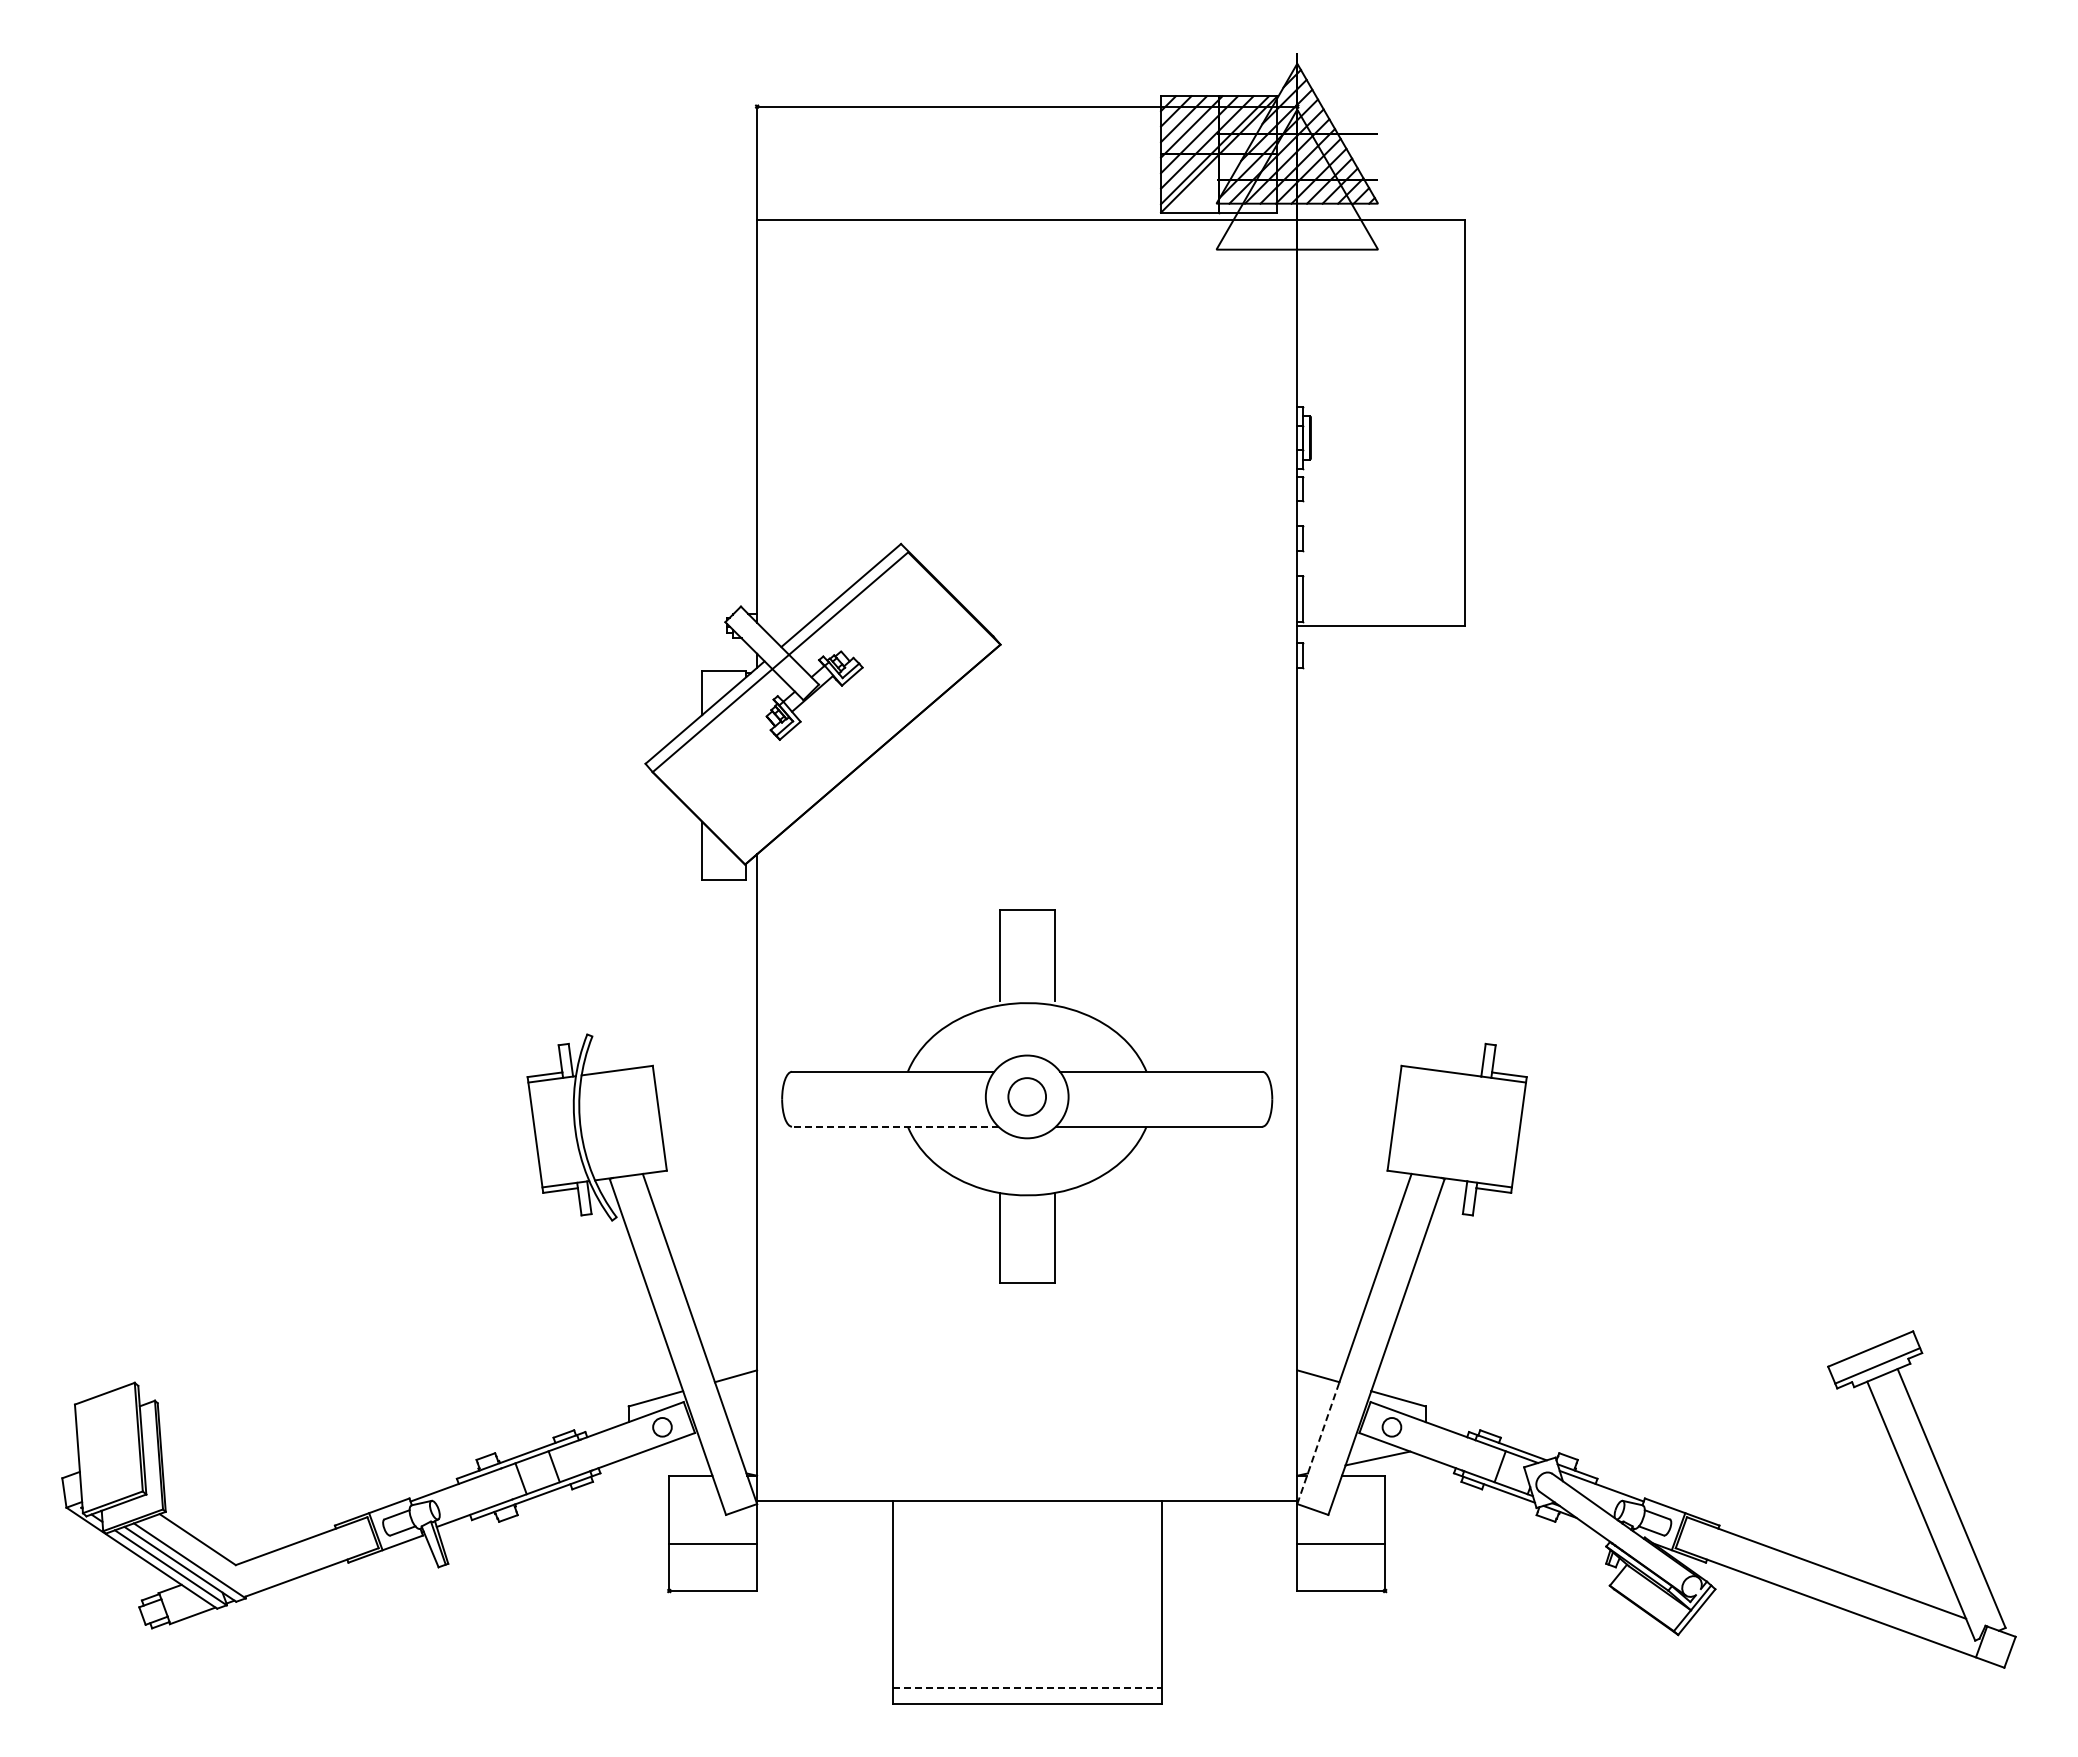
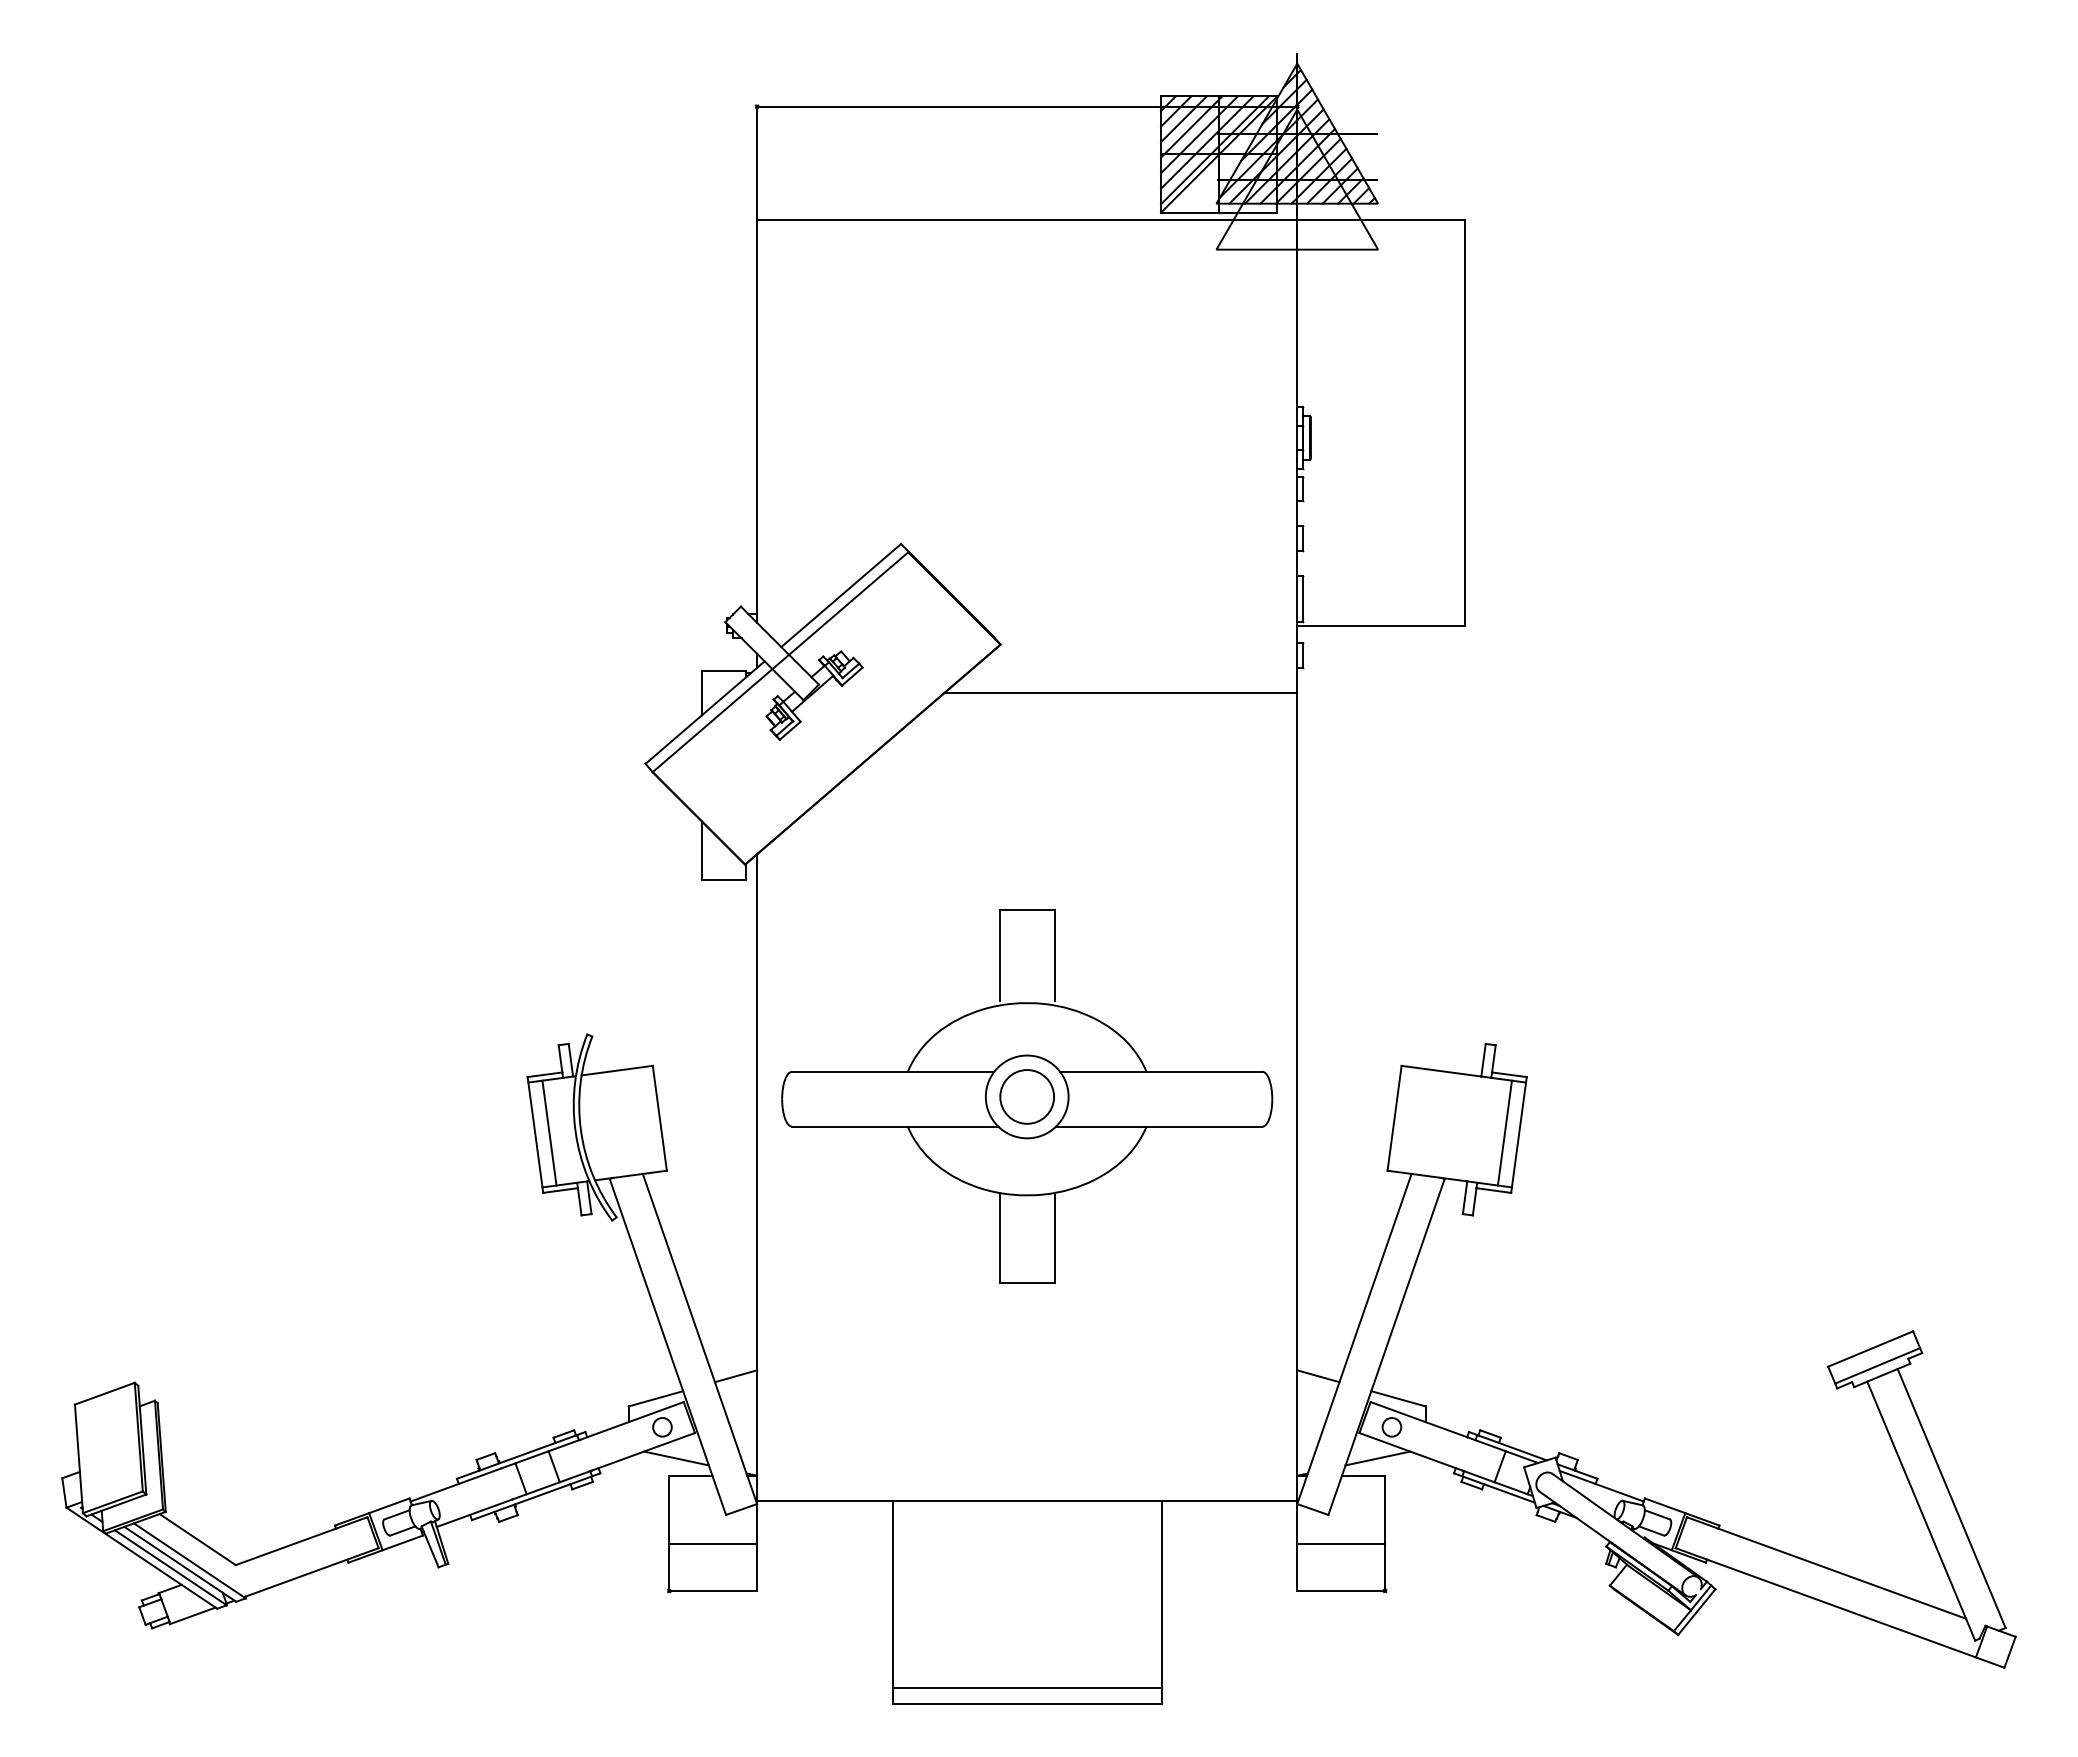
line at (1120, 692): none -> present
circle at (1027, 1096) diameter: 38 px -> 54 px
line at (894, 1126): dashed -> solid
line at (549, 1132): none -> present
line at (1504, 1132): none -> present
line at (1318, 1442): dashed -> solid
line at (676, 1458): none -> present
line at (1027, 1687): dashed -> solid
